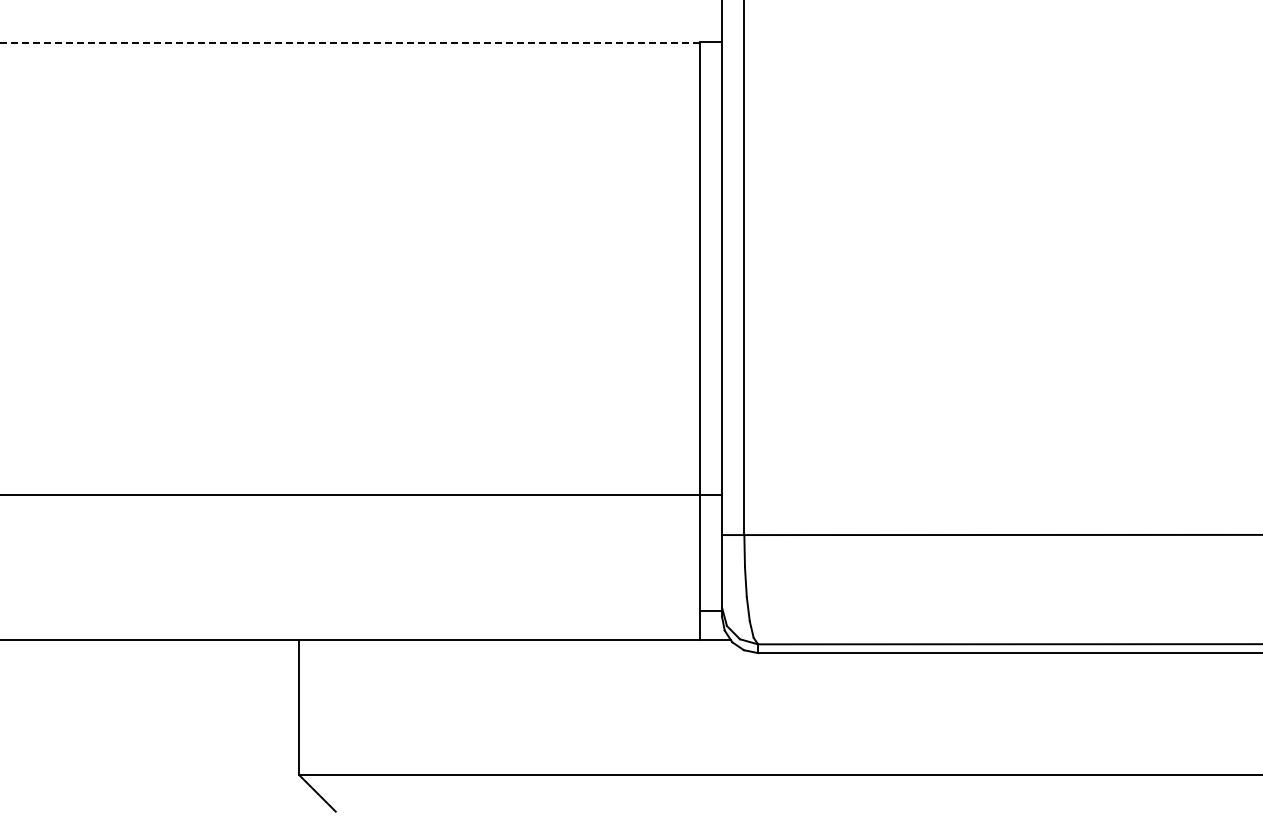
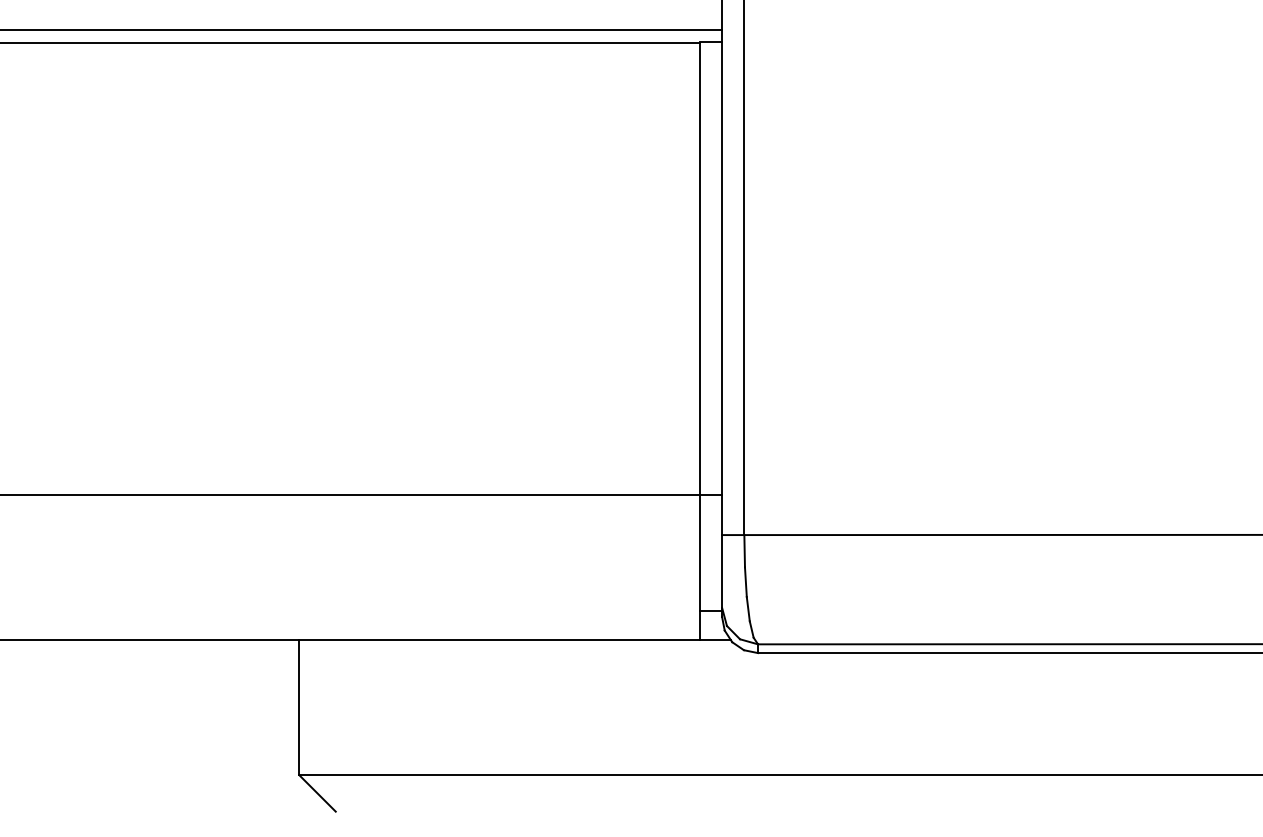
line at (362, 29): none -> present
line at (350, 42): dashed -> solid
